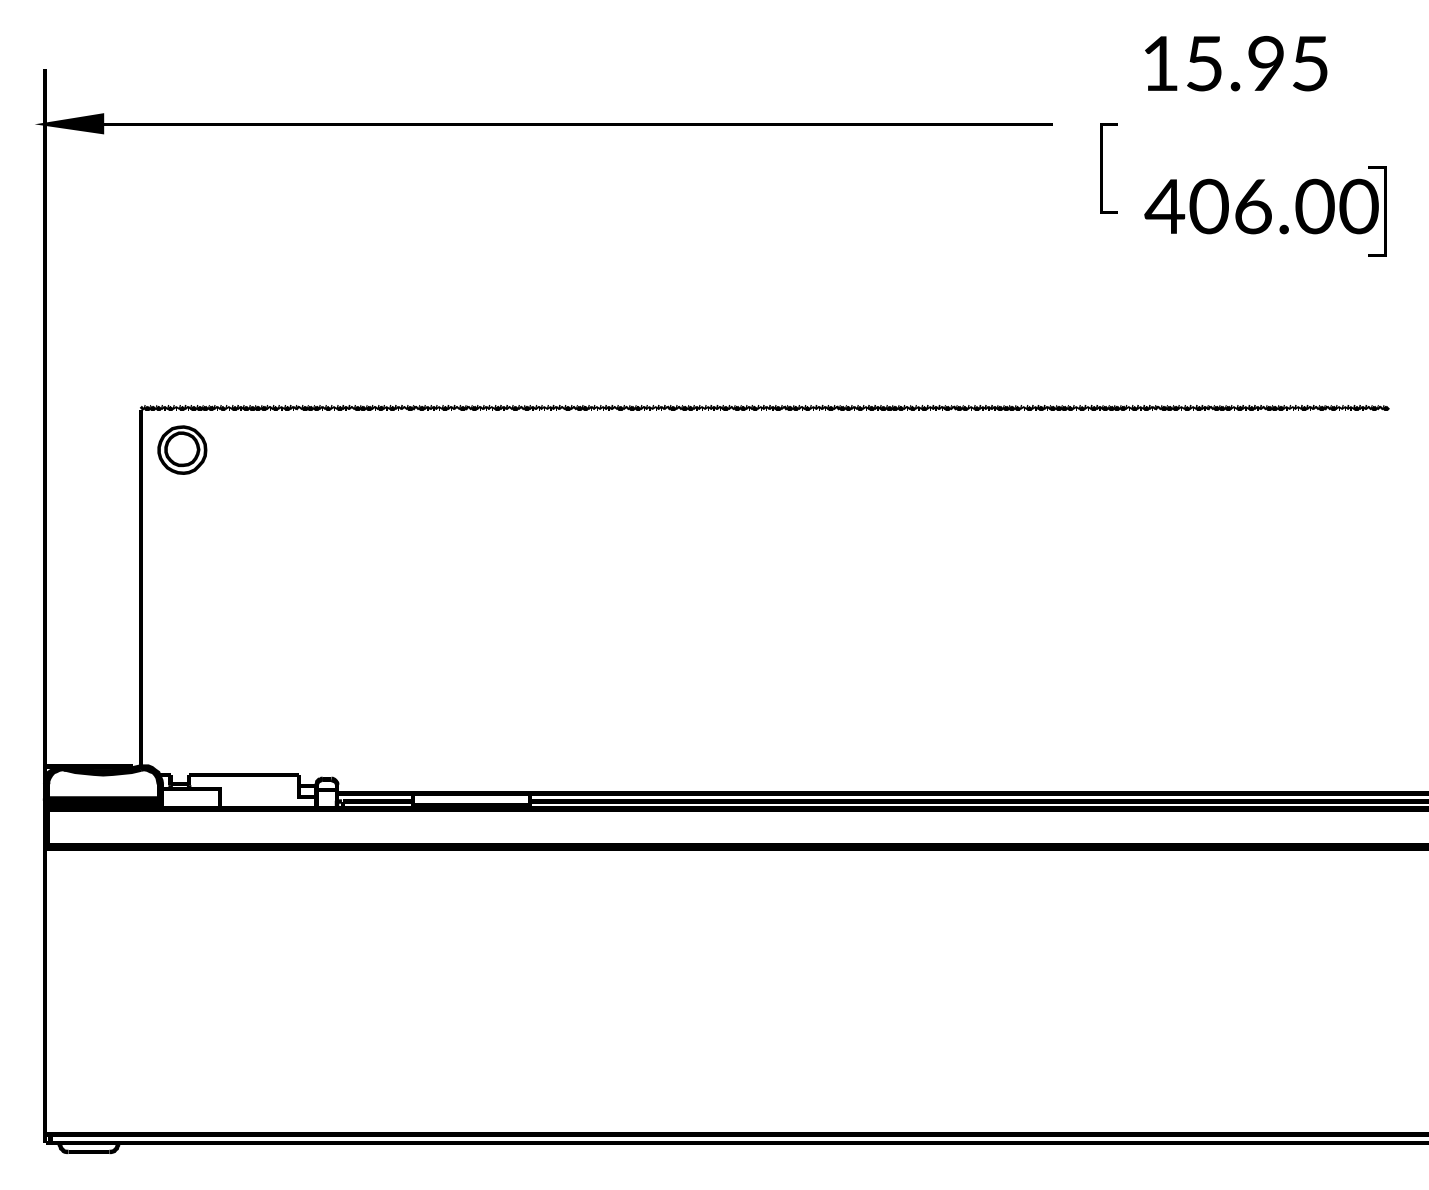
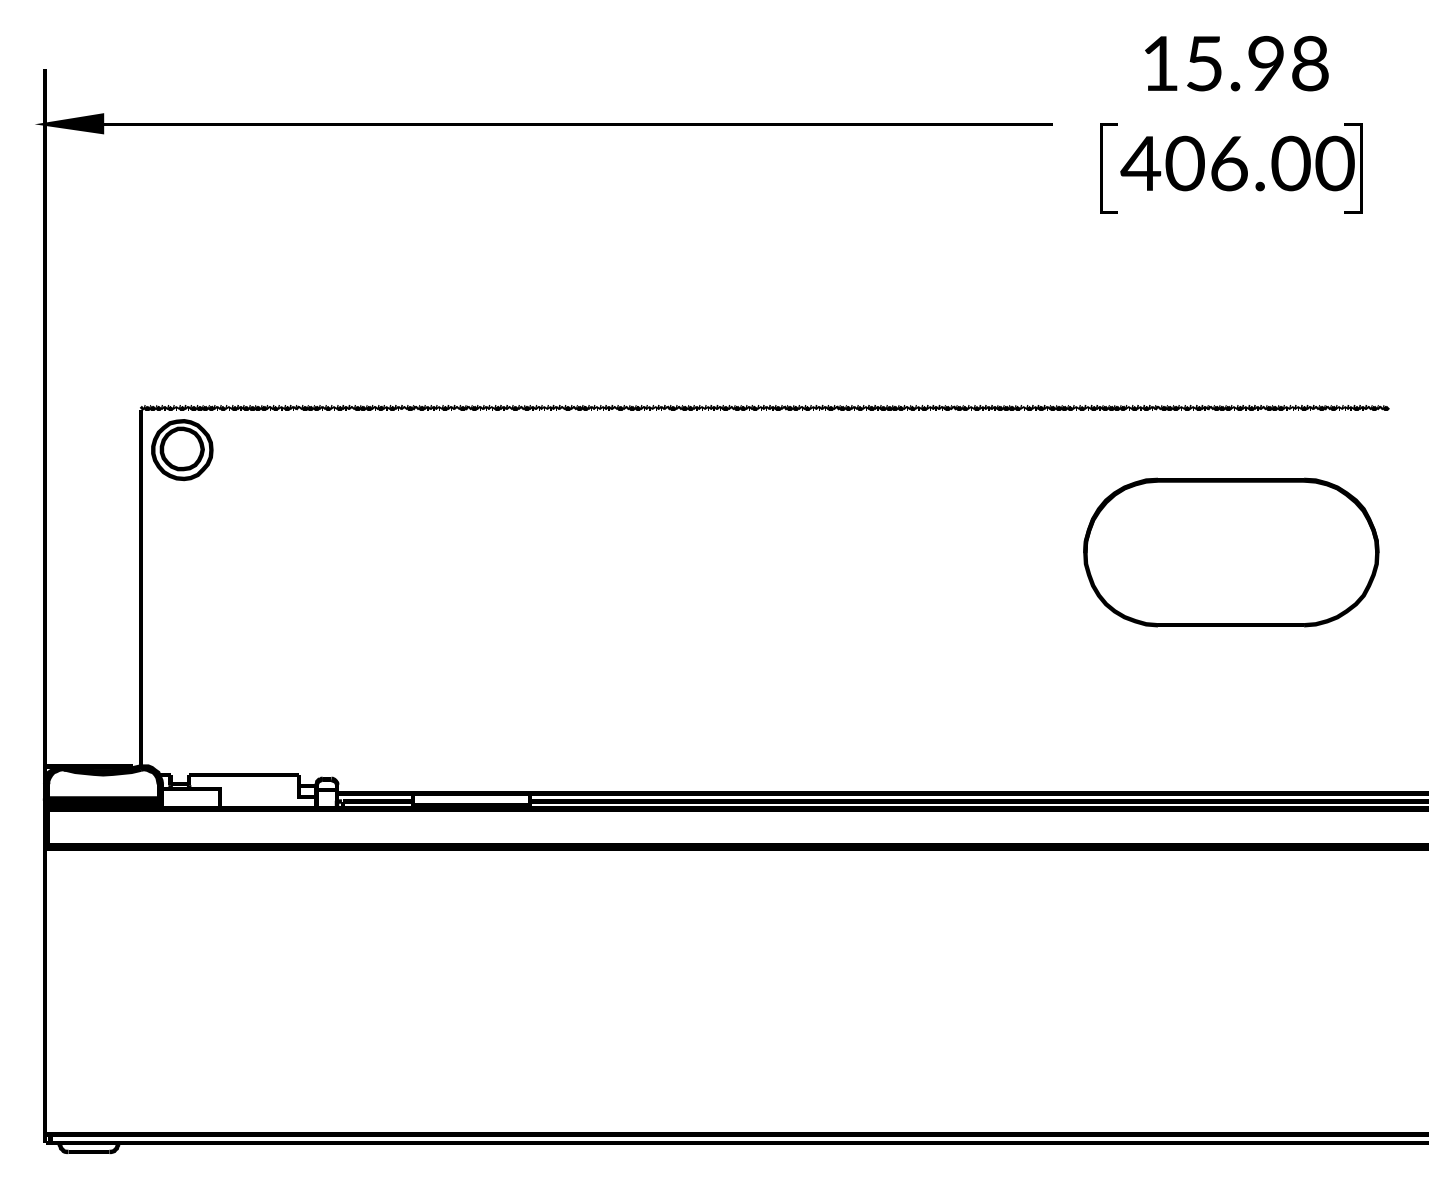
text at (1310, 63): 15.95 -> 15.98
text at (1265, 211) position: (1265, 211) -> (1241, 168)
part at (182, 449) size: 51x50 px -> 63x63 px
part at (1231, 552): none -> present
